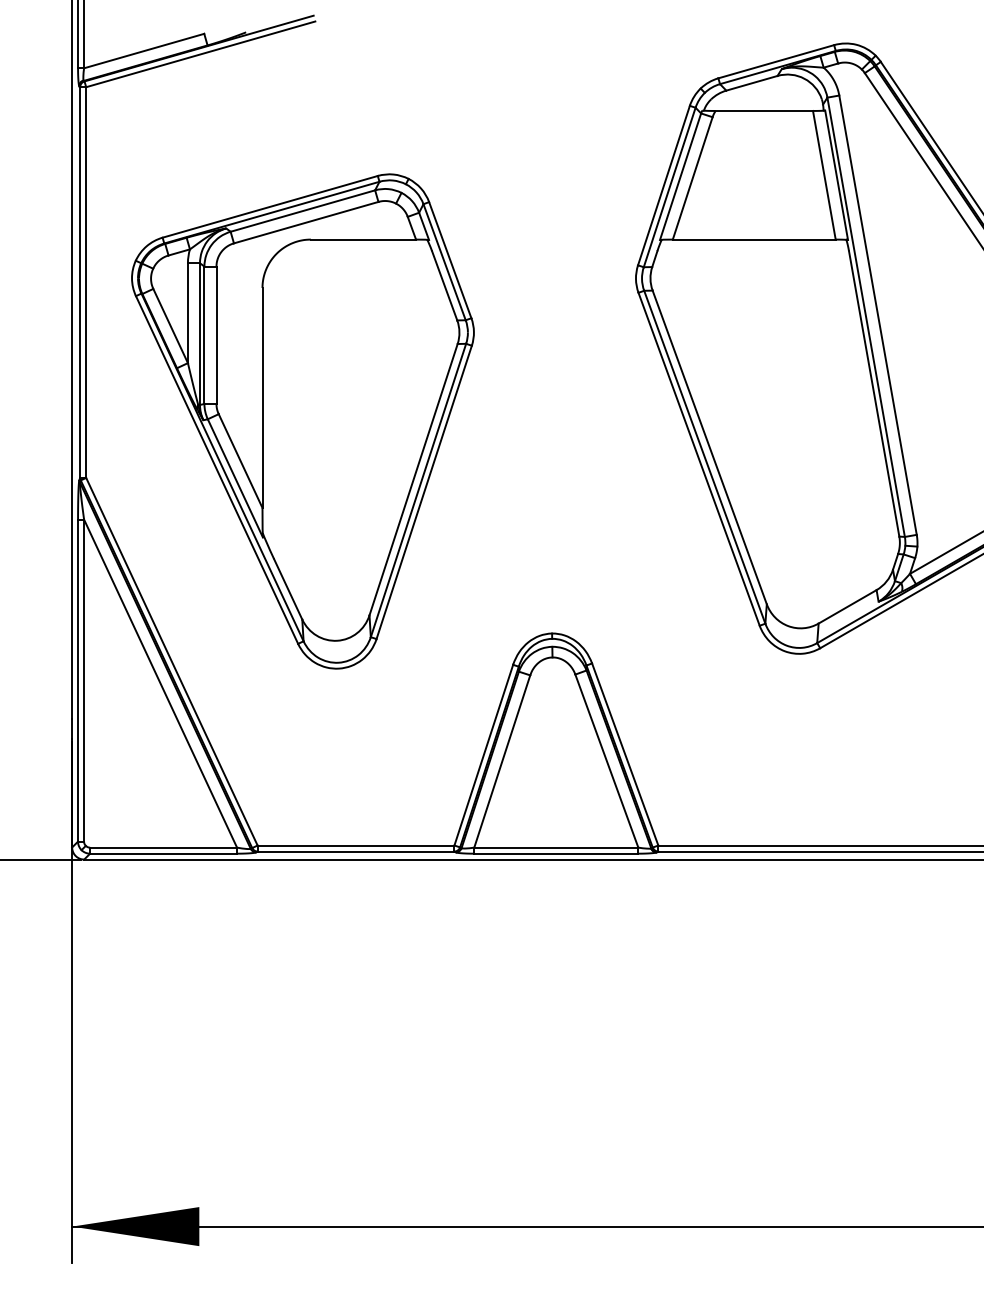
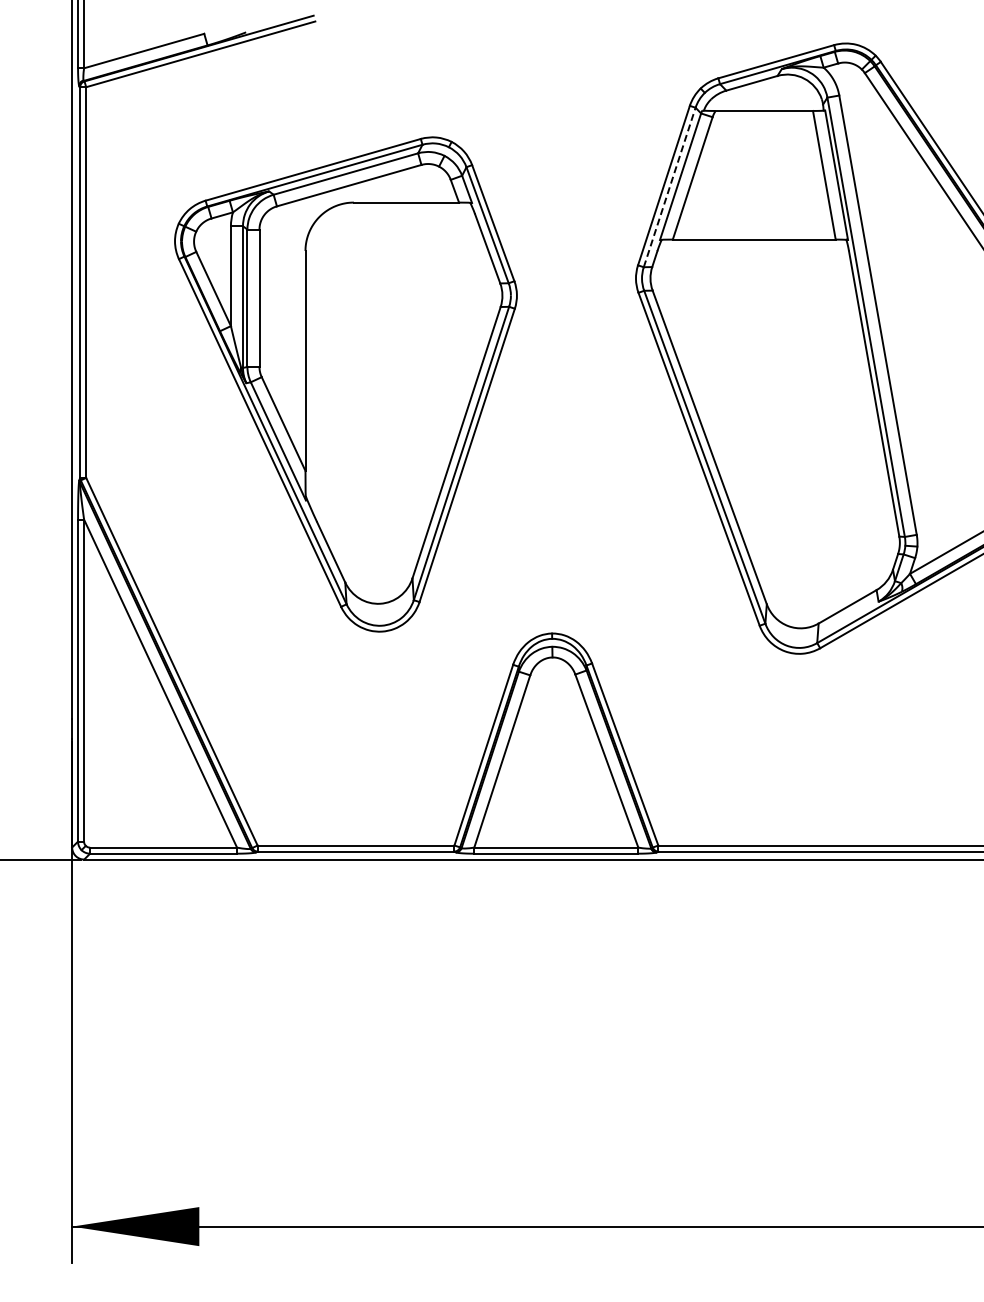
line at (669, 187): solid -> dashed
part at (302, 421) position: (302, 421) -> (345, 384)
